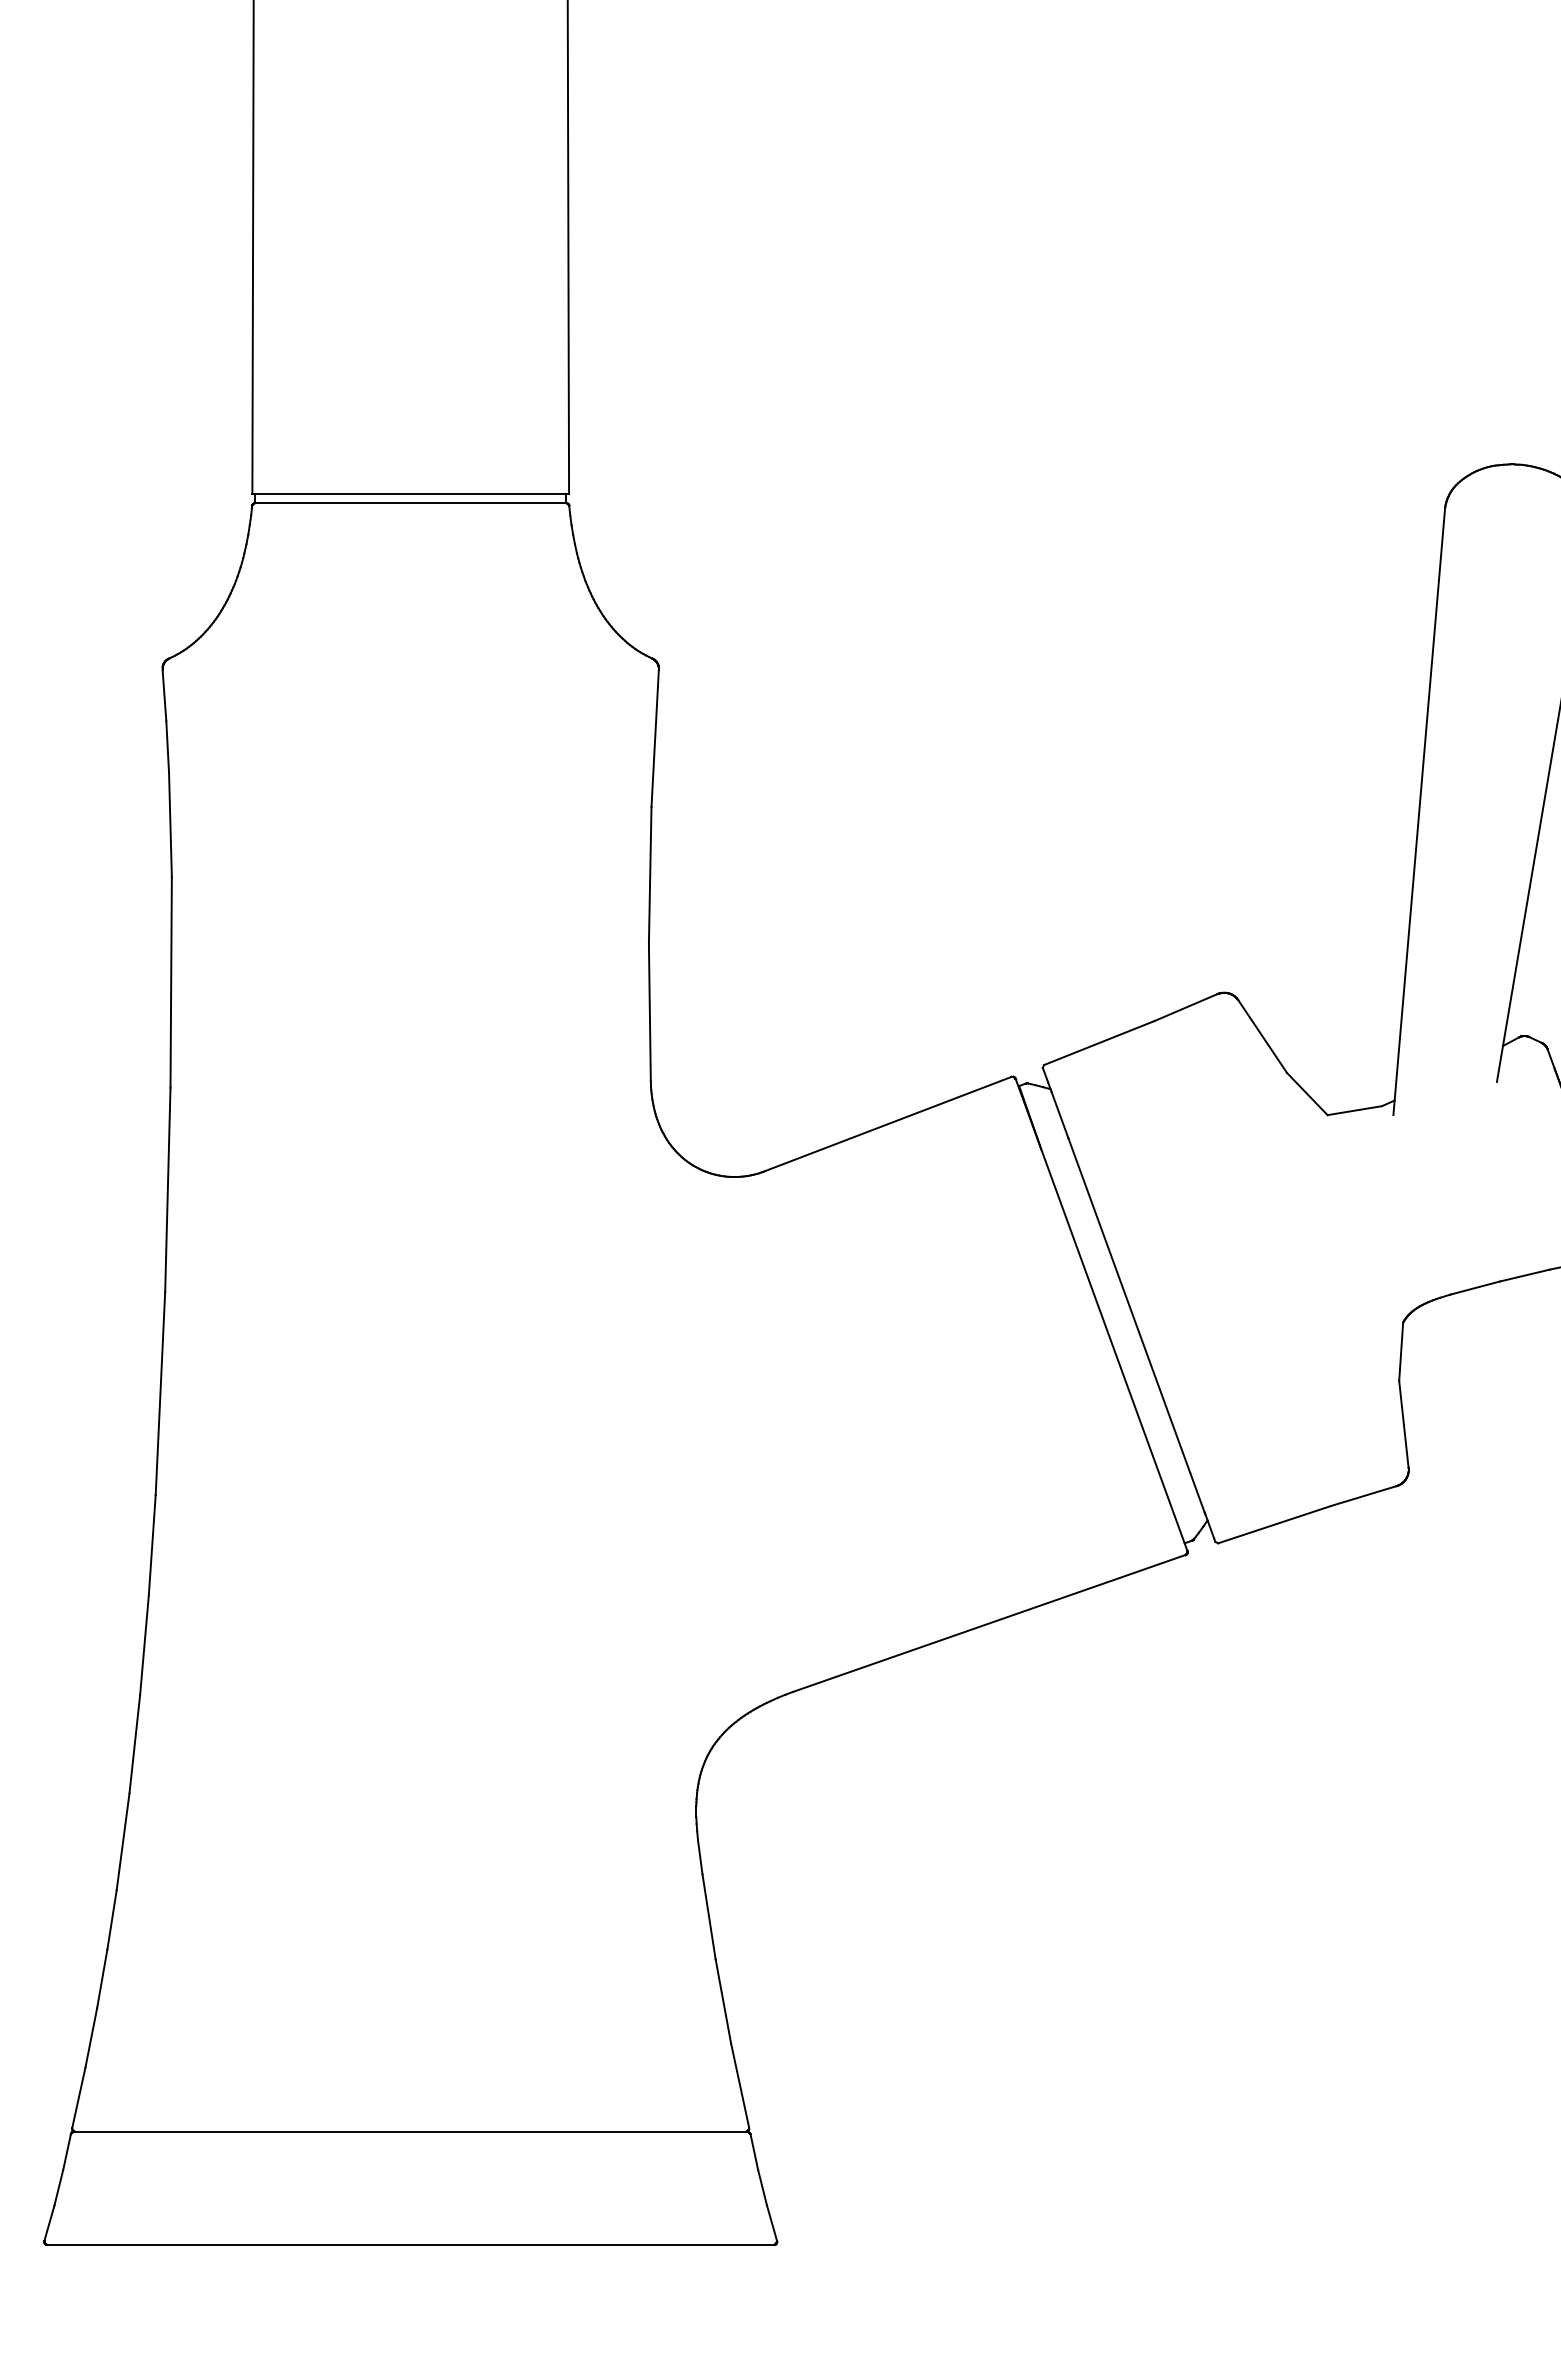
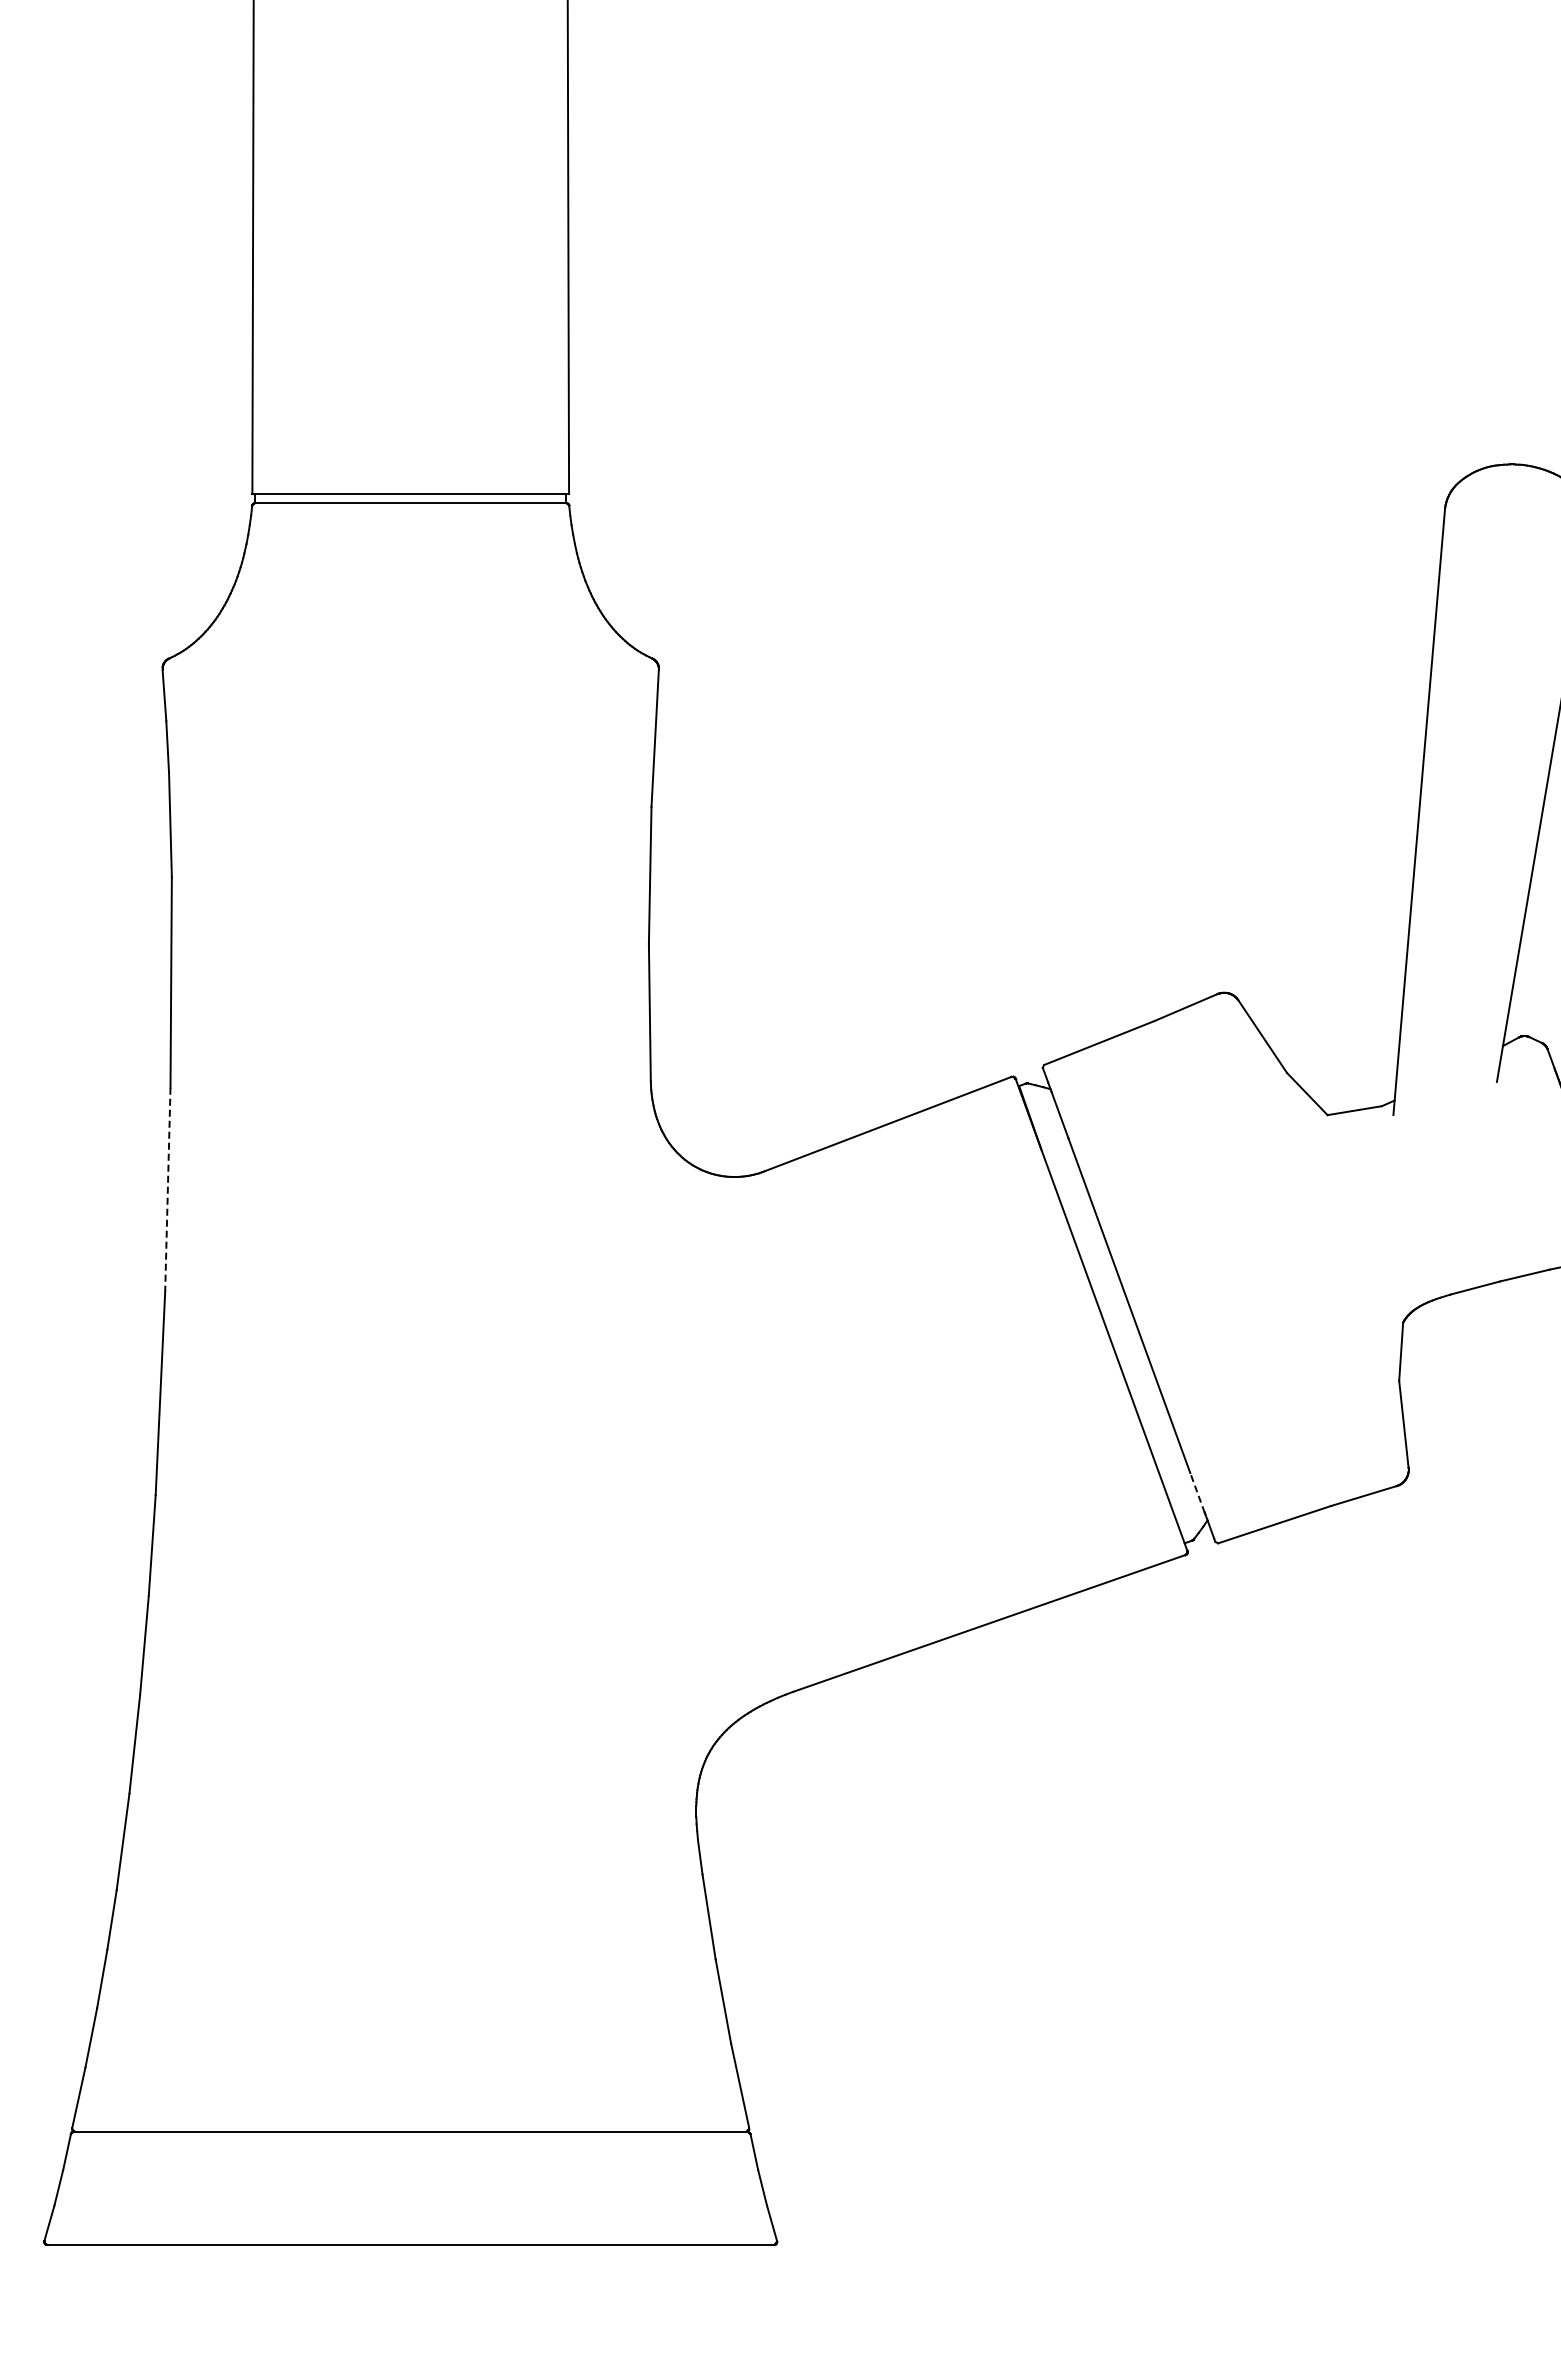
line at (167, 1190): solid -> dashed
line at (1197, 1492): solid -> dashed
